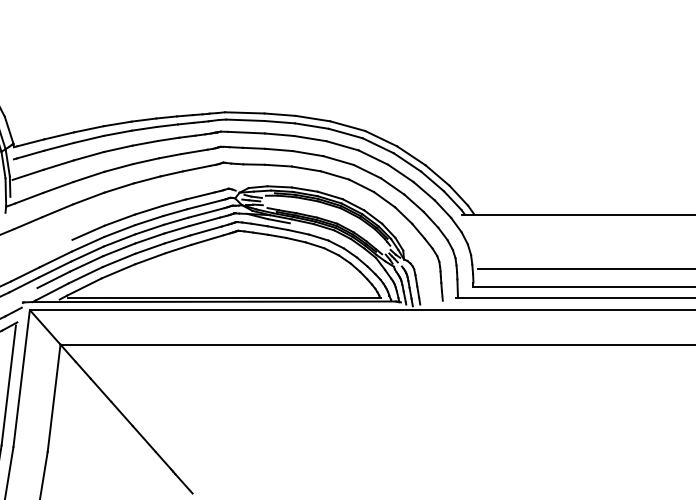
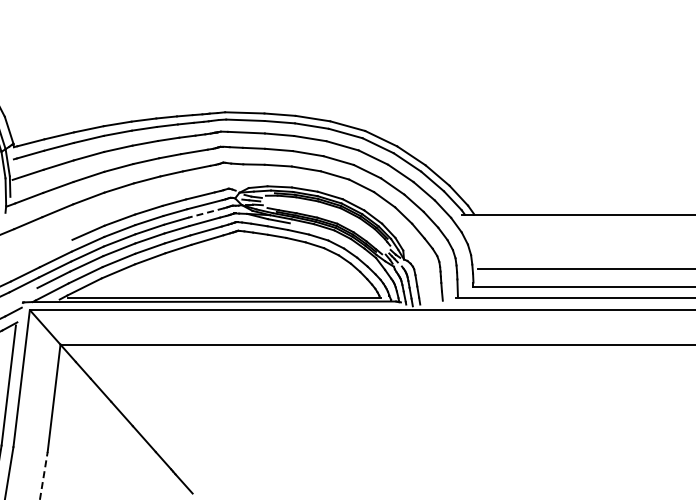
line at (206, 212): solid -> dashed
line at (43, 475): solid -> dashed
